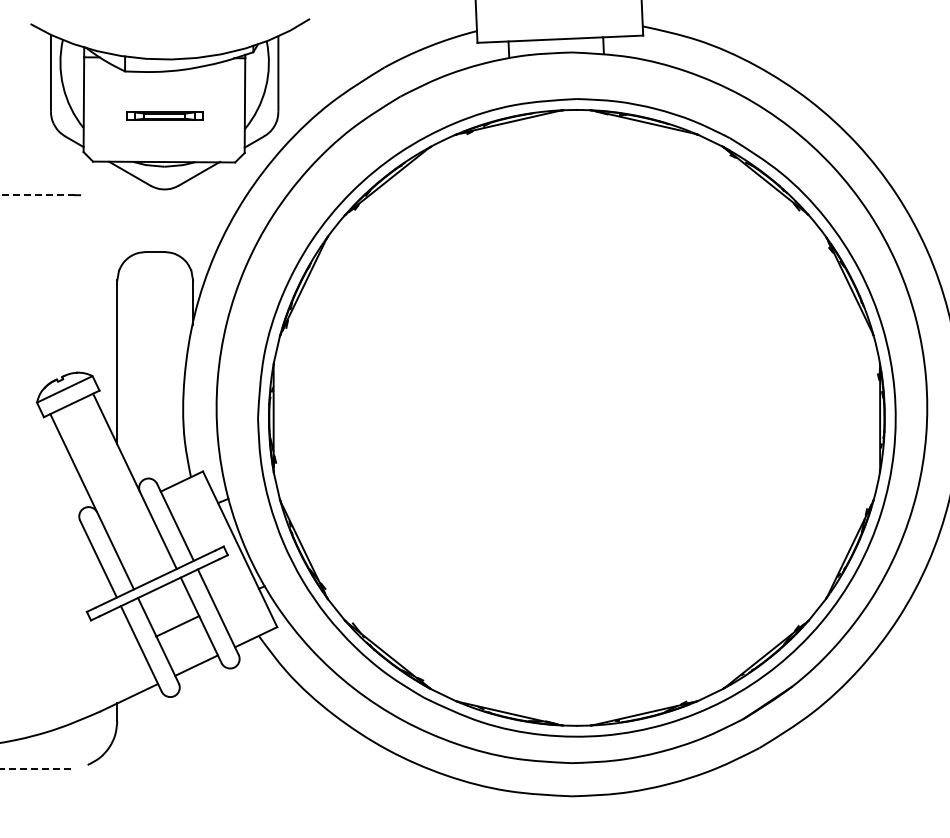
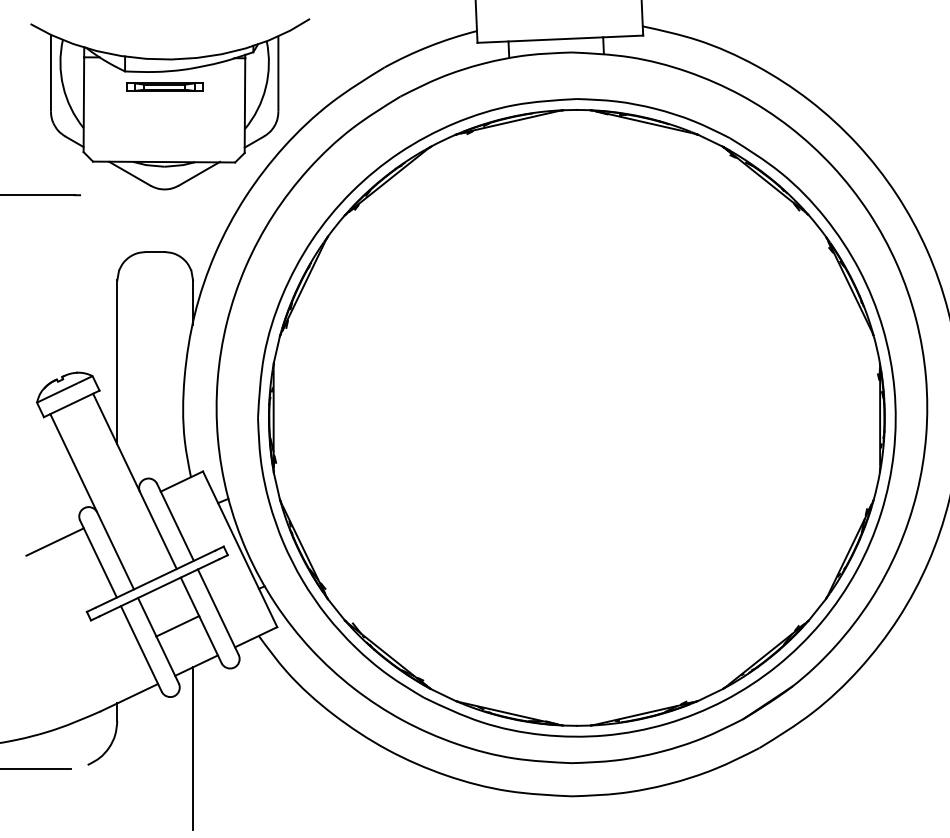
part at (164, 115) position: (164, 115) -> (164, 86)
line at (37, 195): dashed -> solid
line at (54, 541): none -> present
line at (193, 748): none -> present
line at (35, 768): dashed -> solid
